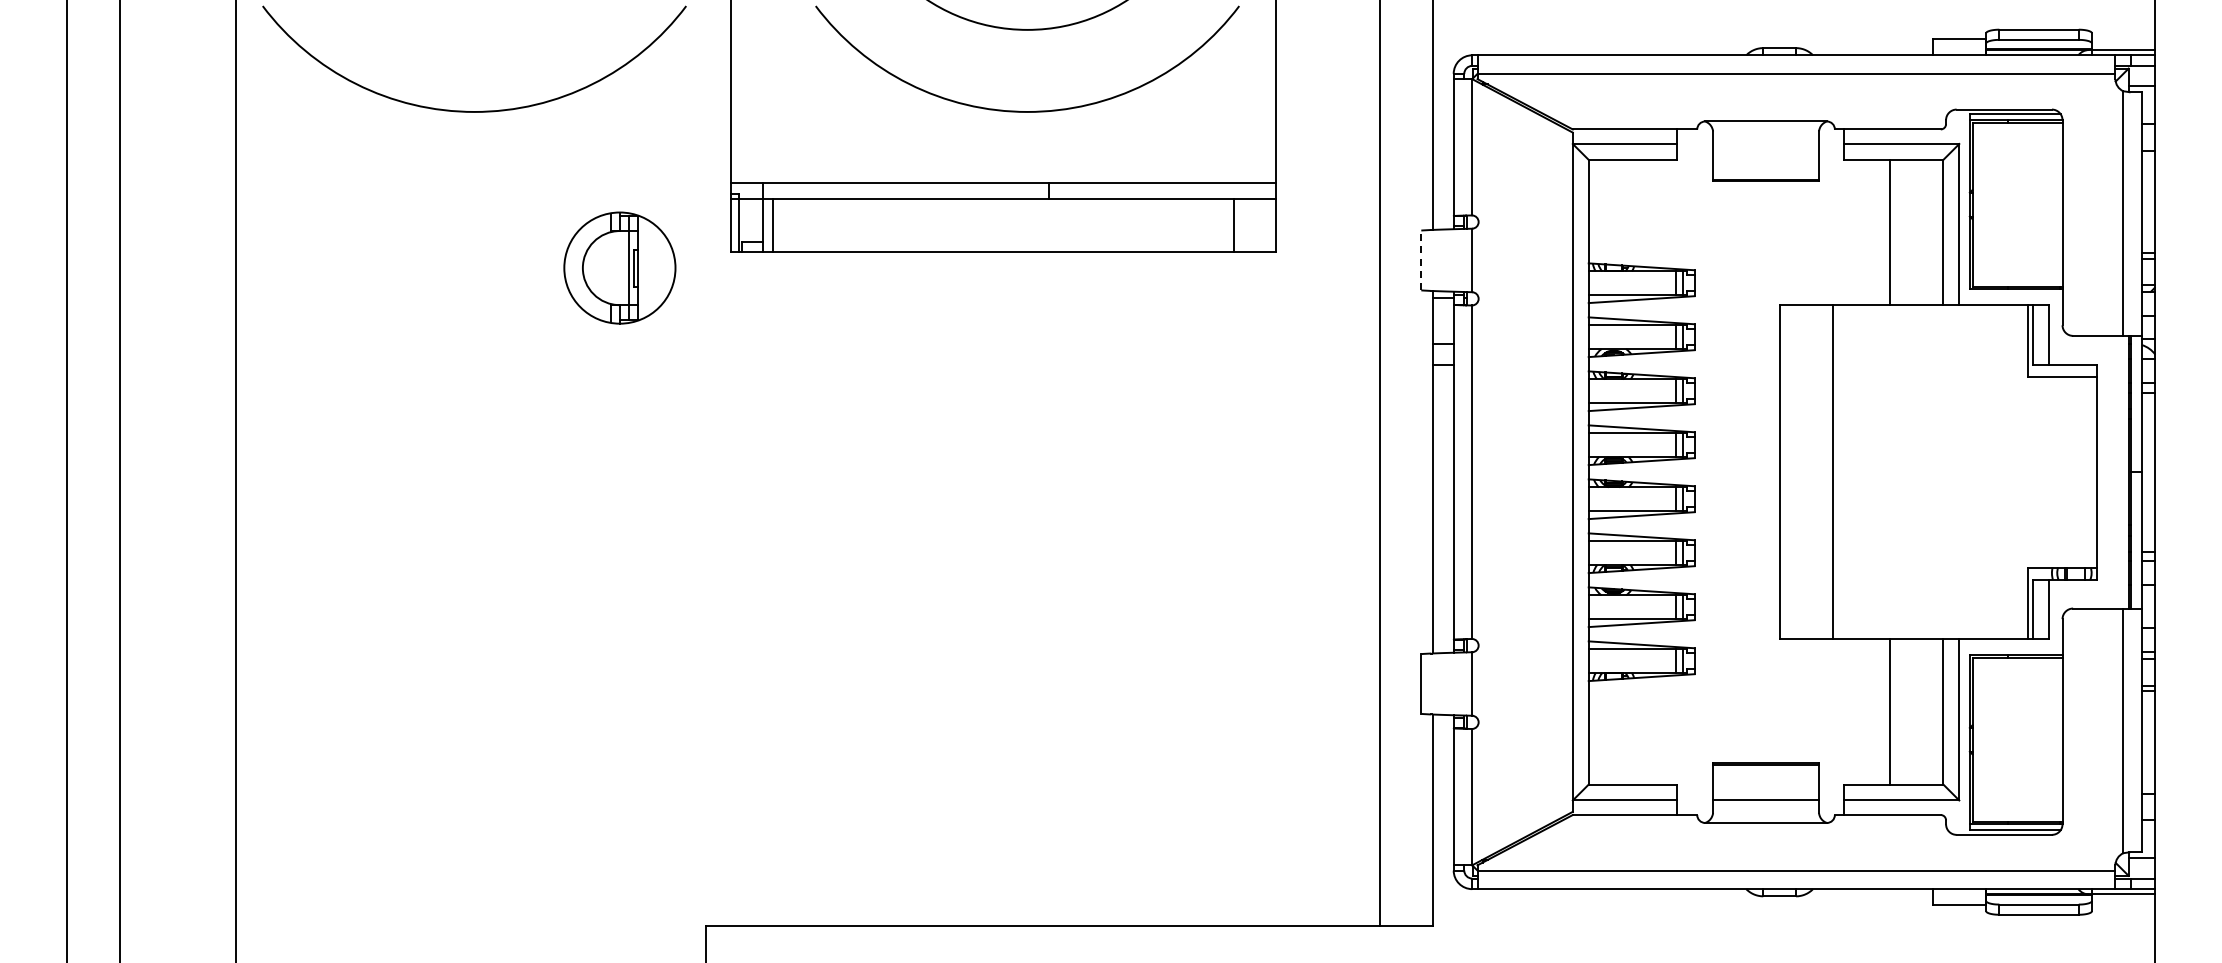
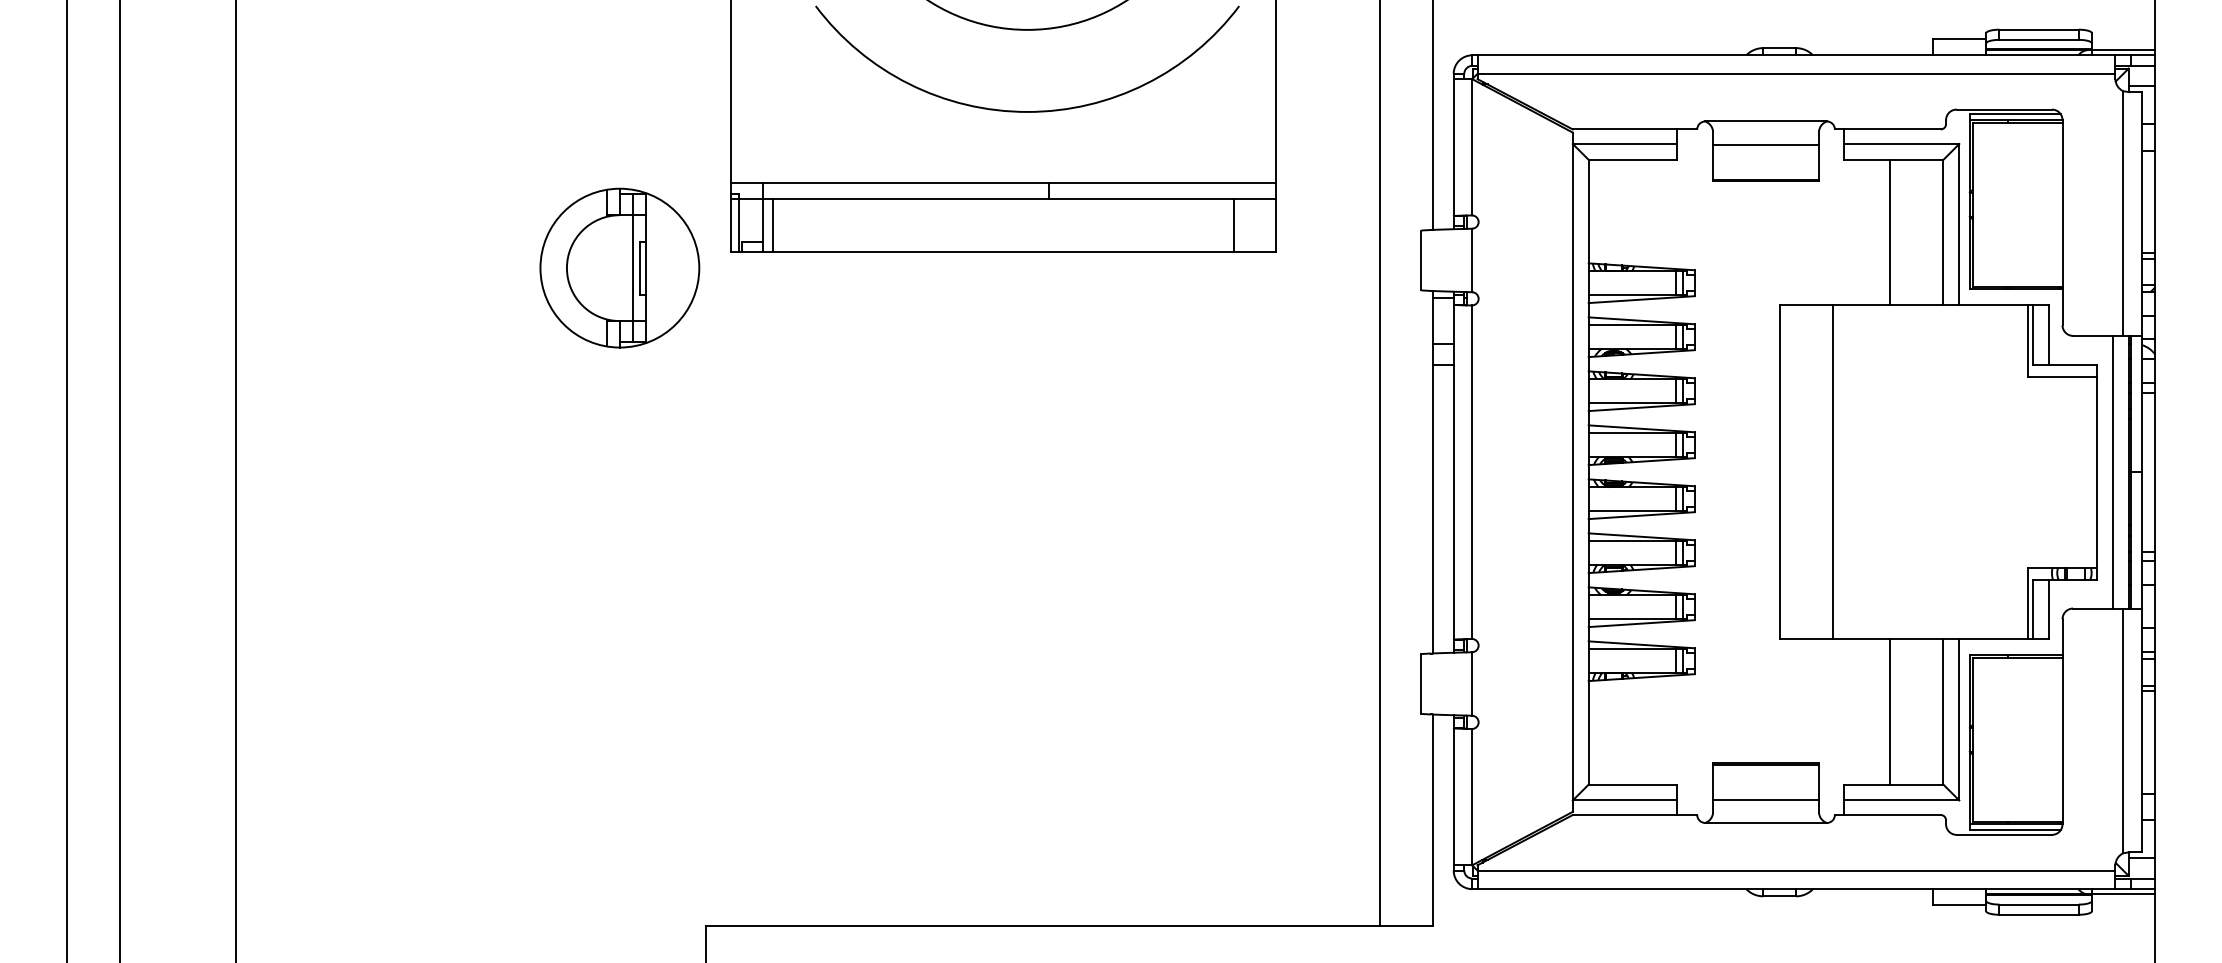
arc at (465, 110): present -> none
line at (1766, 144): none -> present
line at (1421, 260): dashed -> solid
part at (619, 267) size: 114x114 px -> 162x162 px
line at (2112, 471): none -> present
